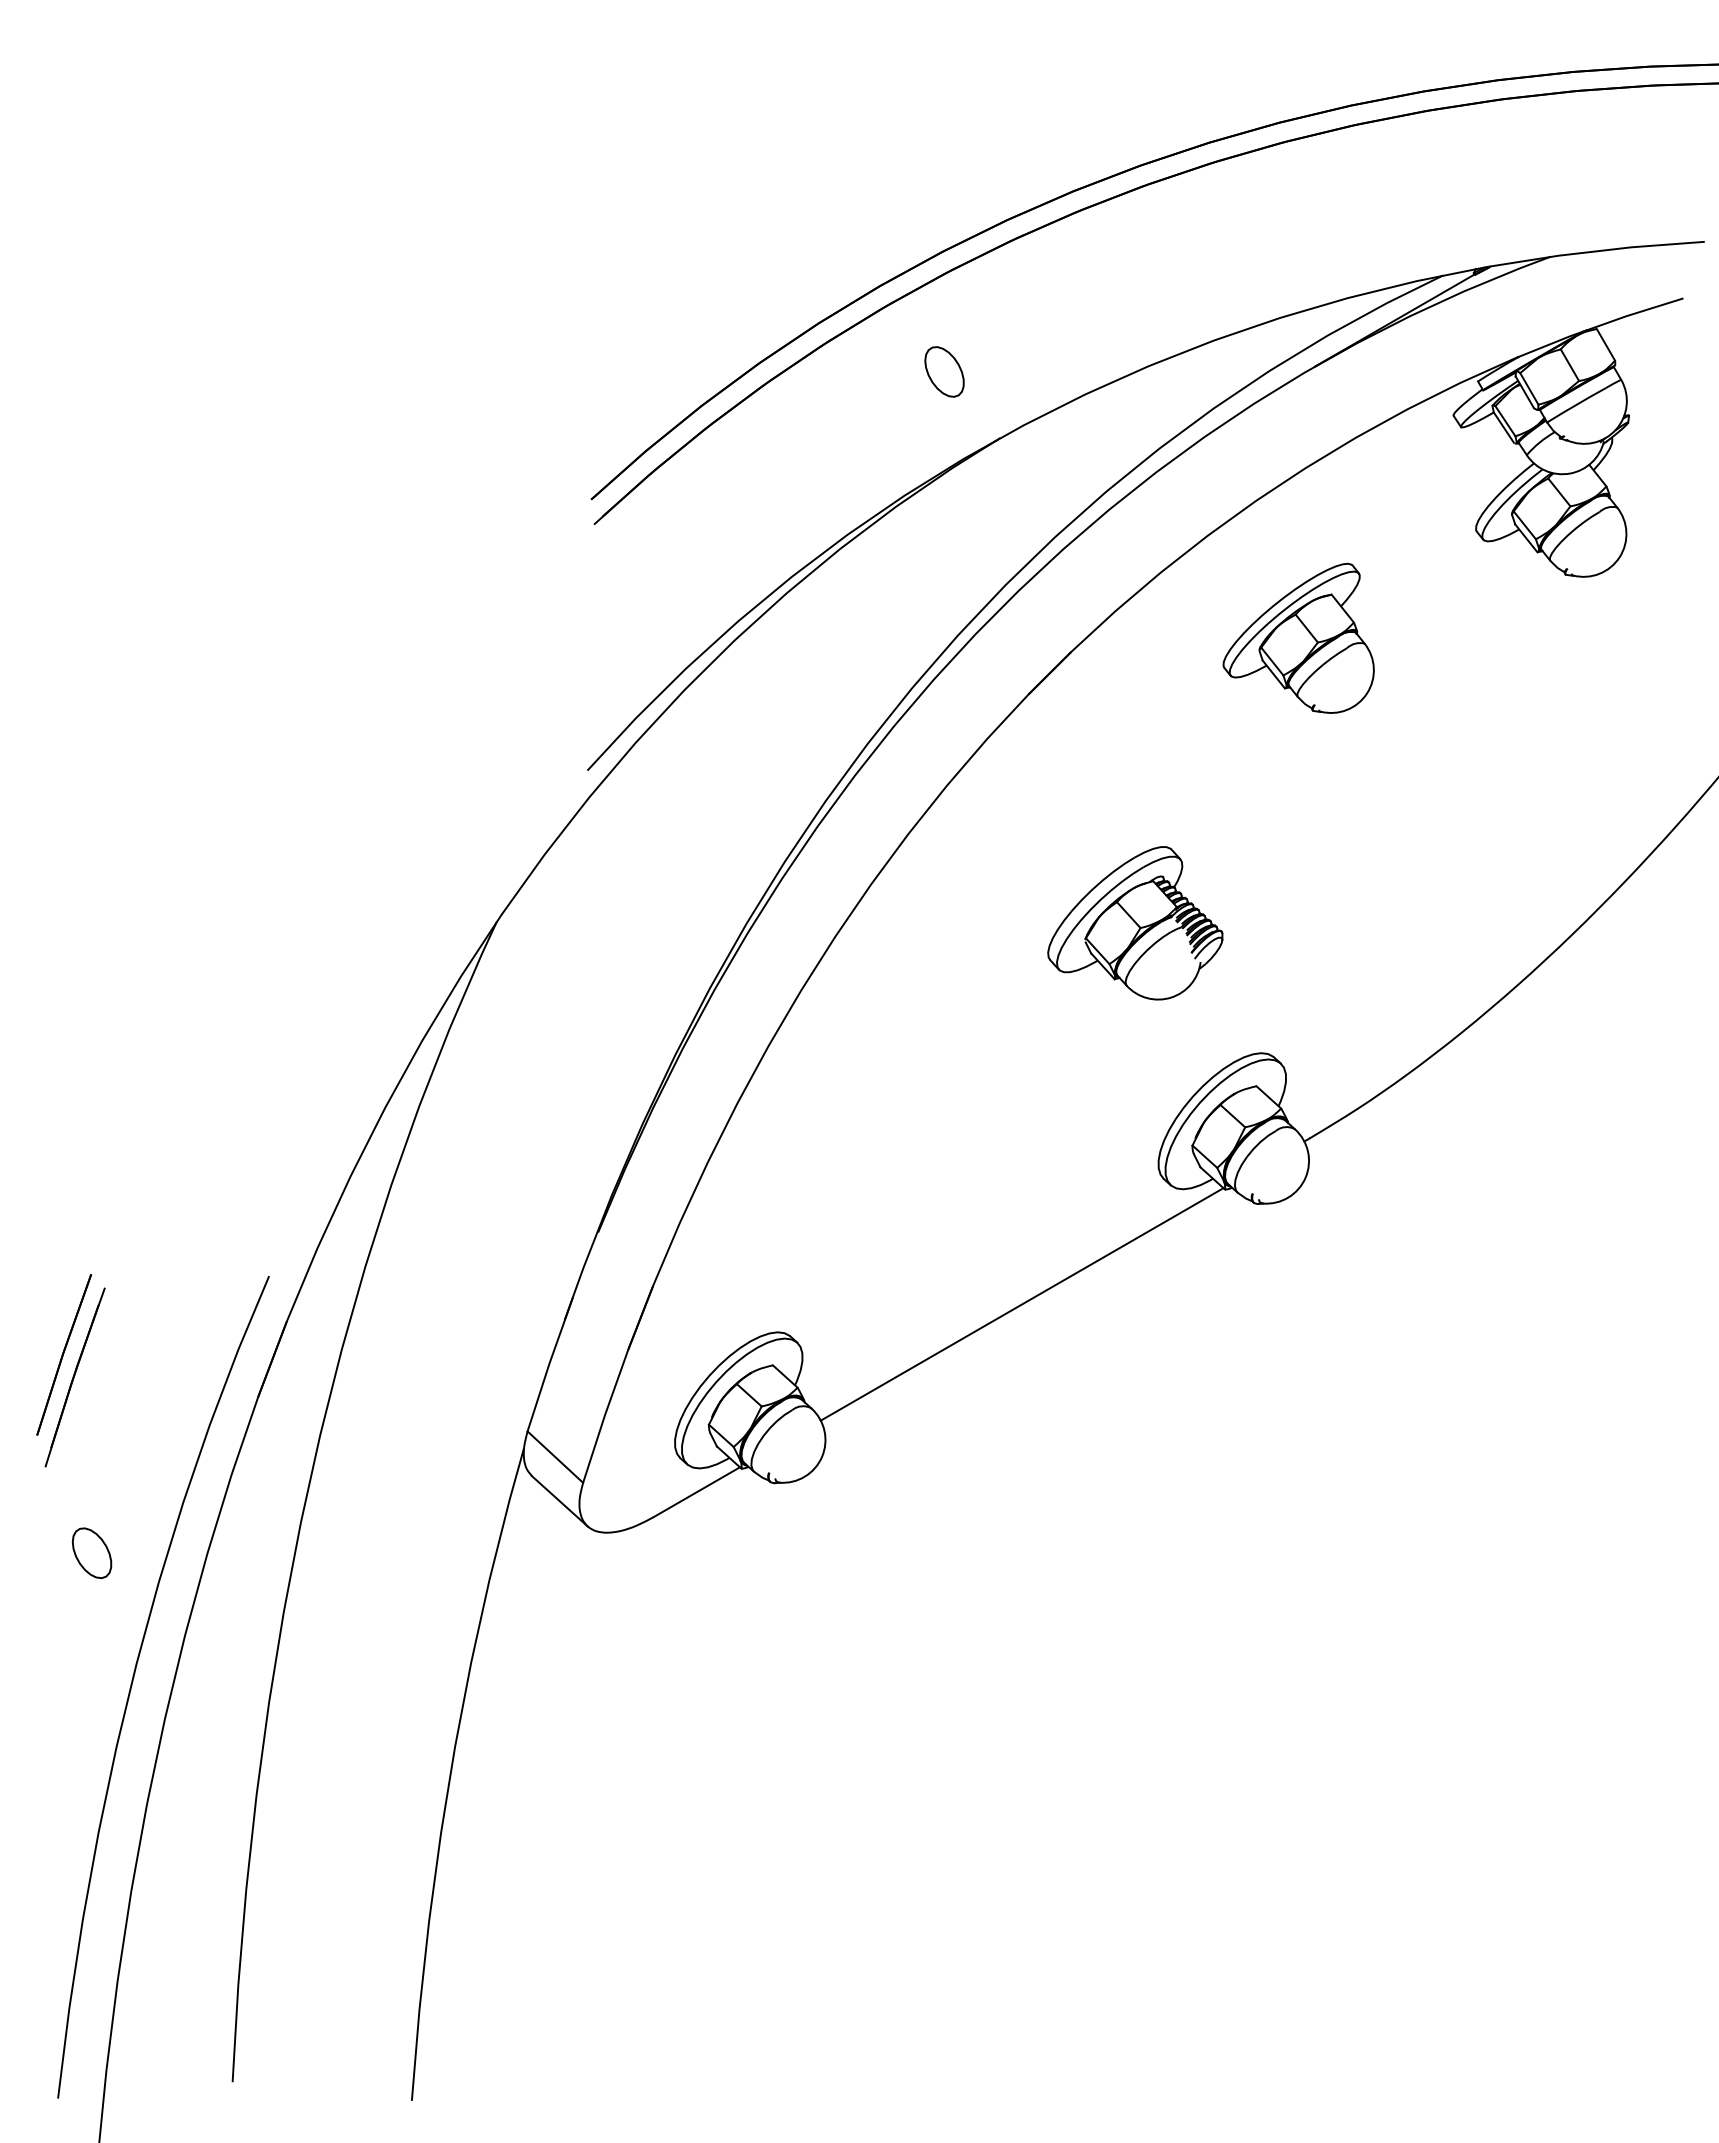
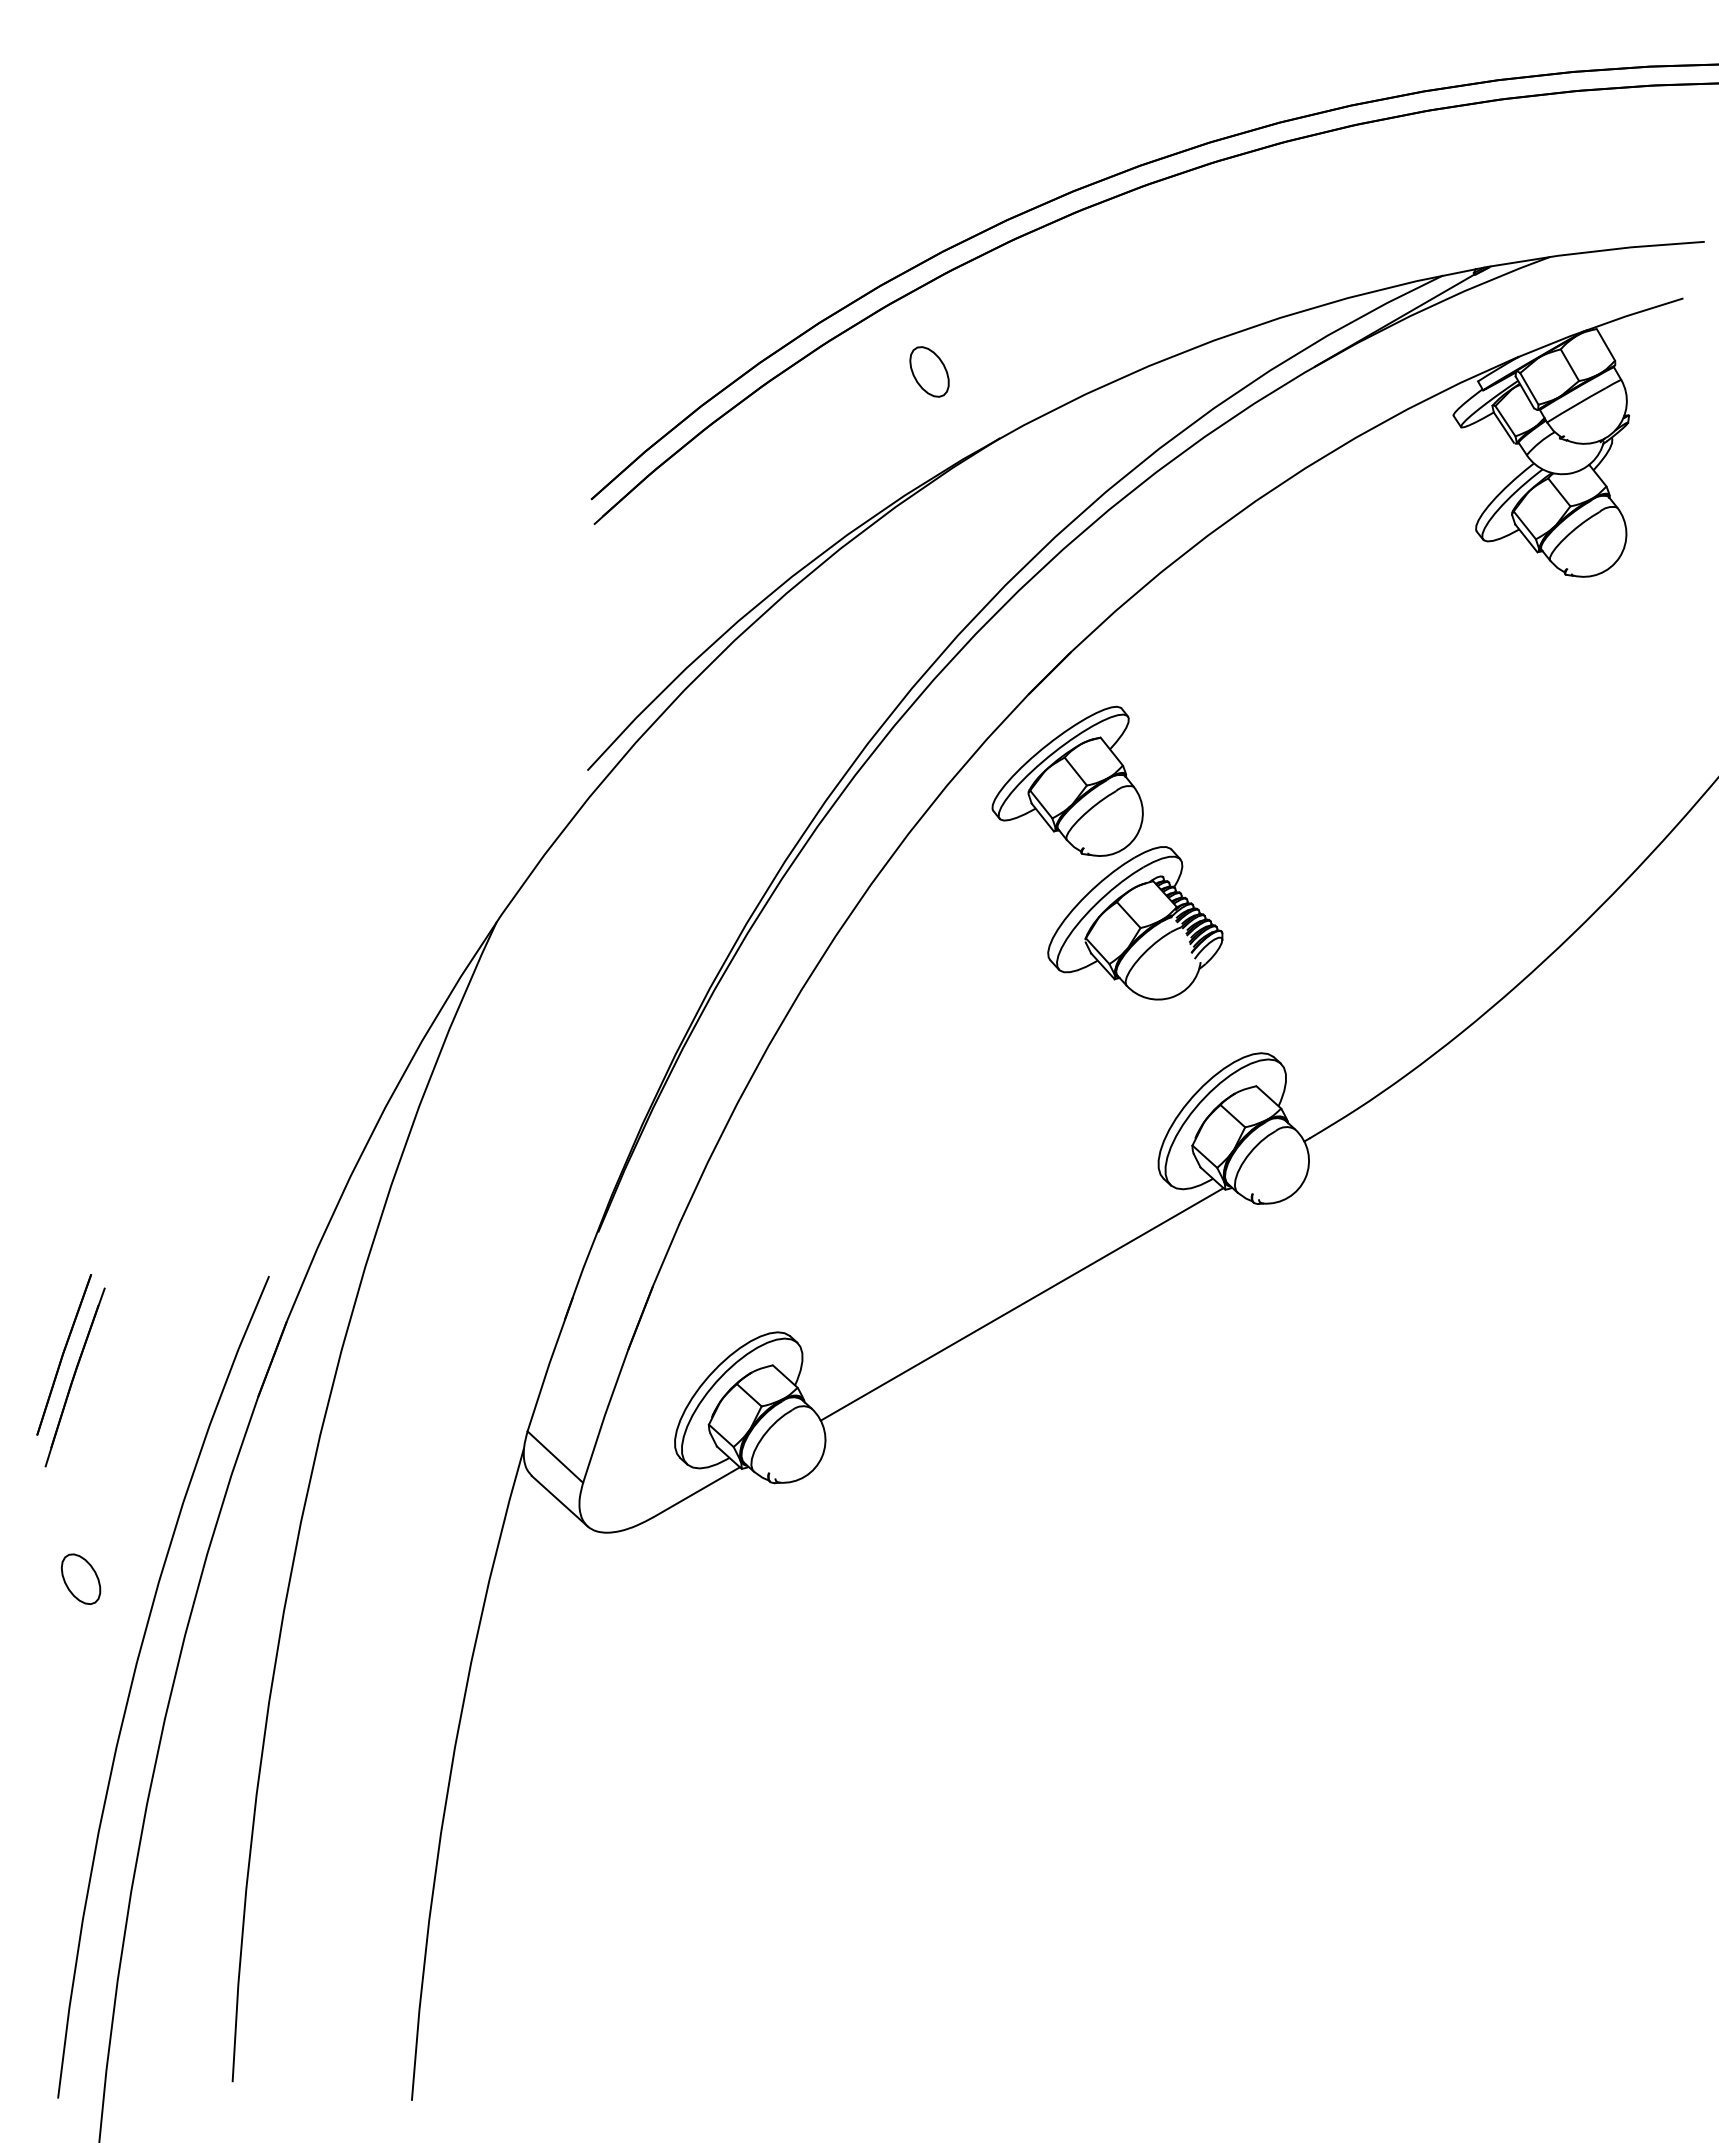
part at (944, 371) position: (944, 371) -> (929, 371)
part at (1298, 637) position: (1298, 637) -> (1067, 780)
part at (91, 1552) position: (91, 1552) -> (80, 1578)
